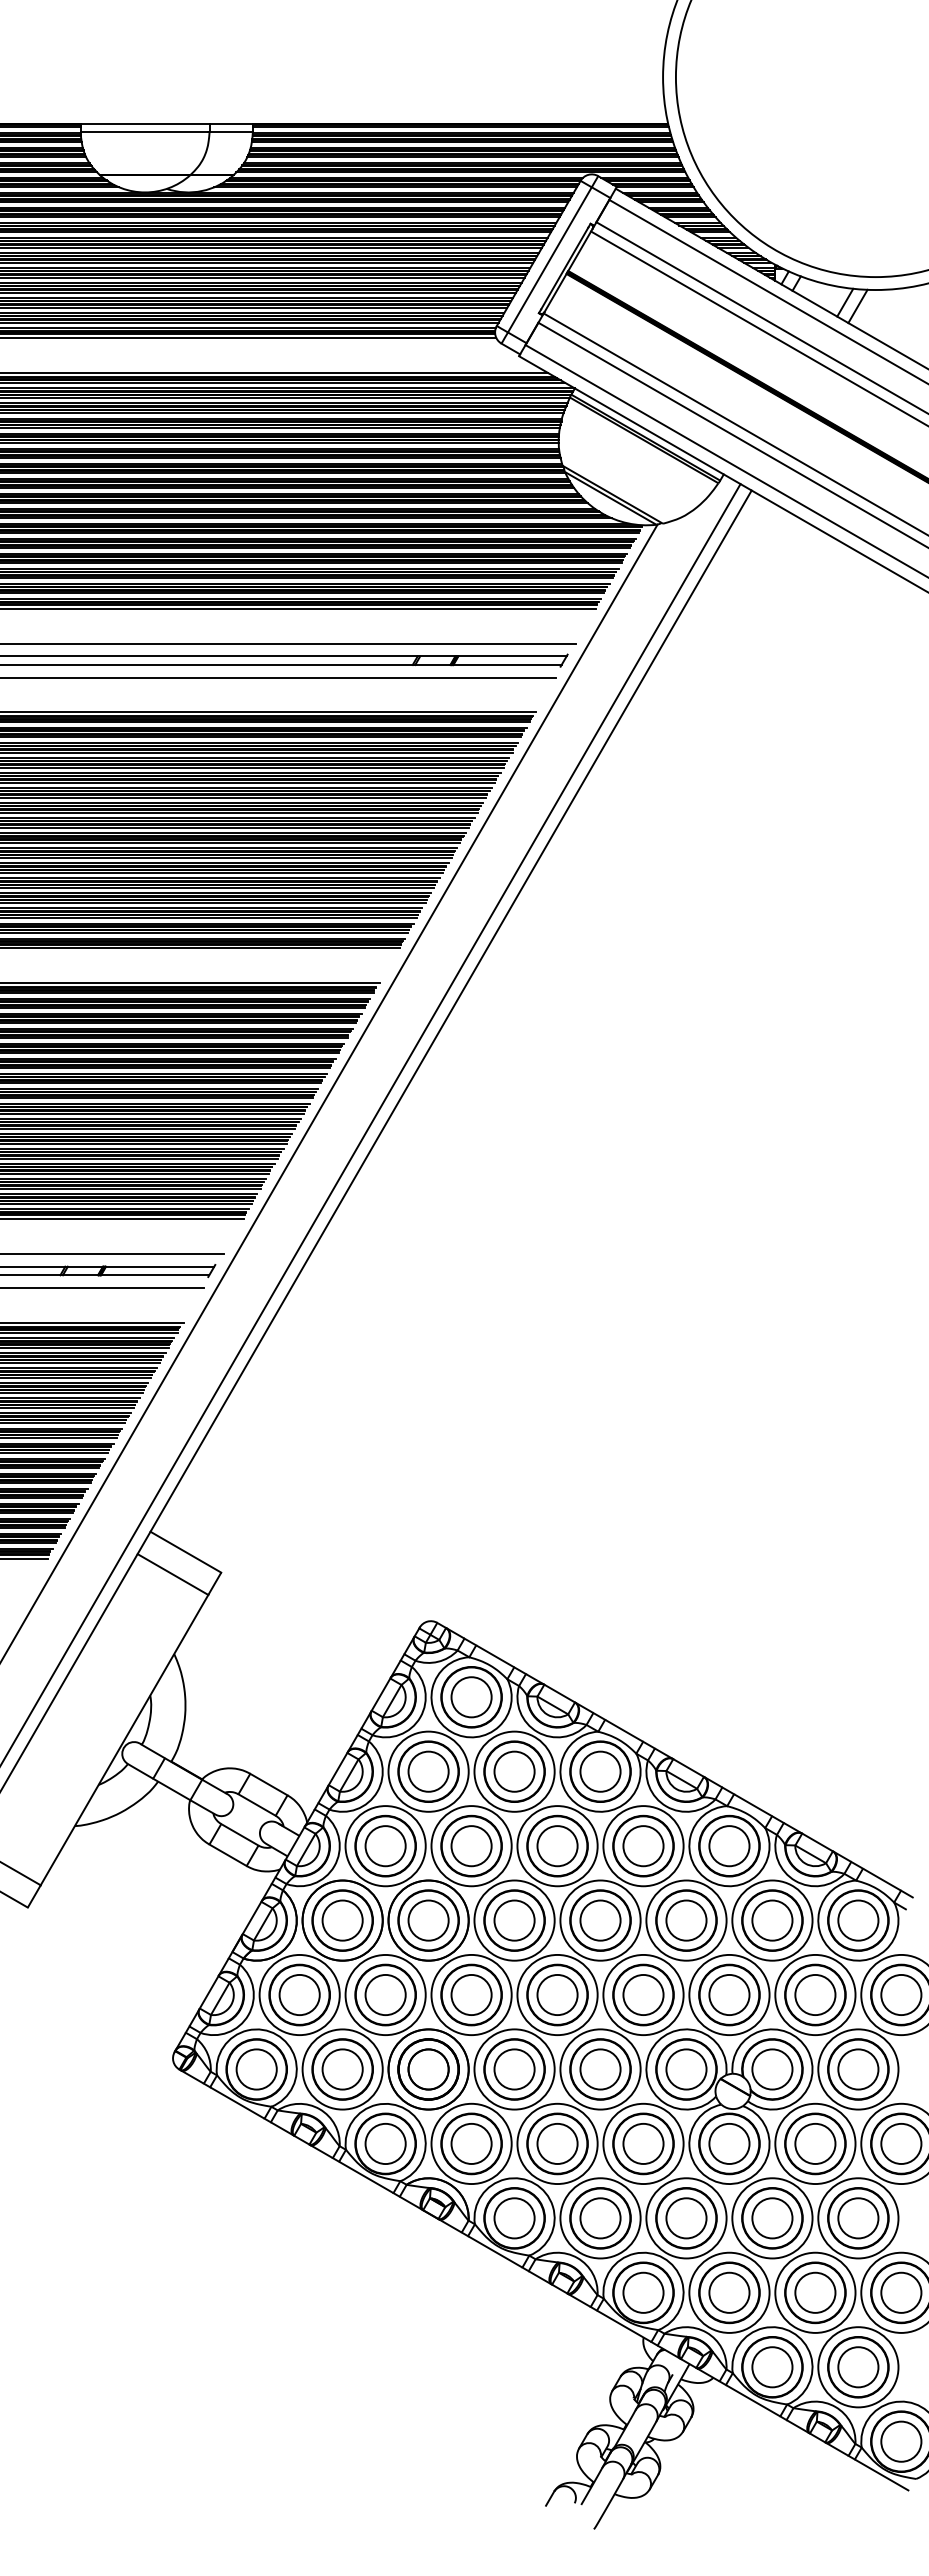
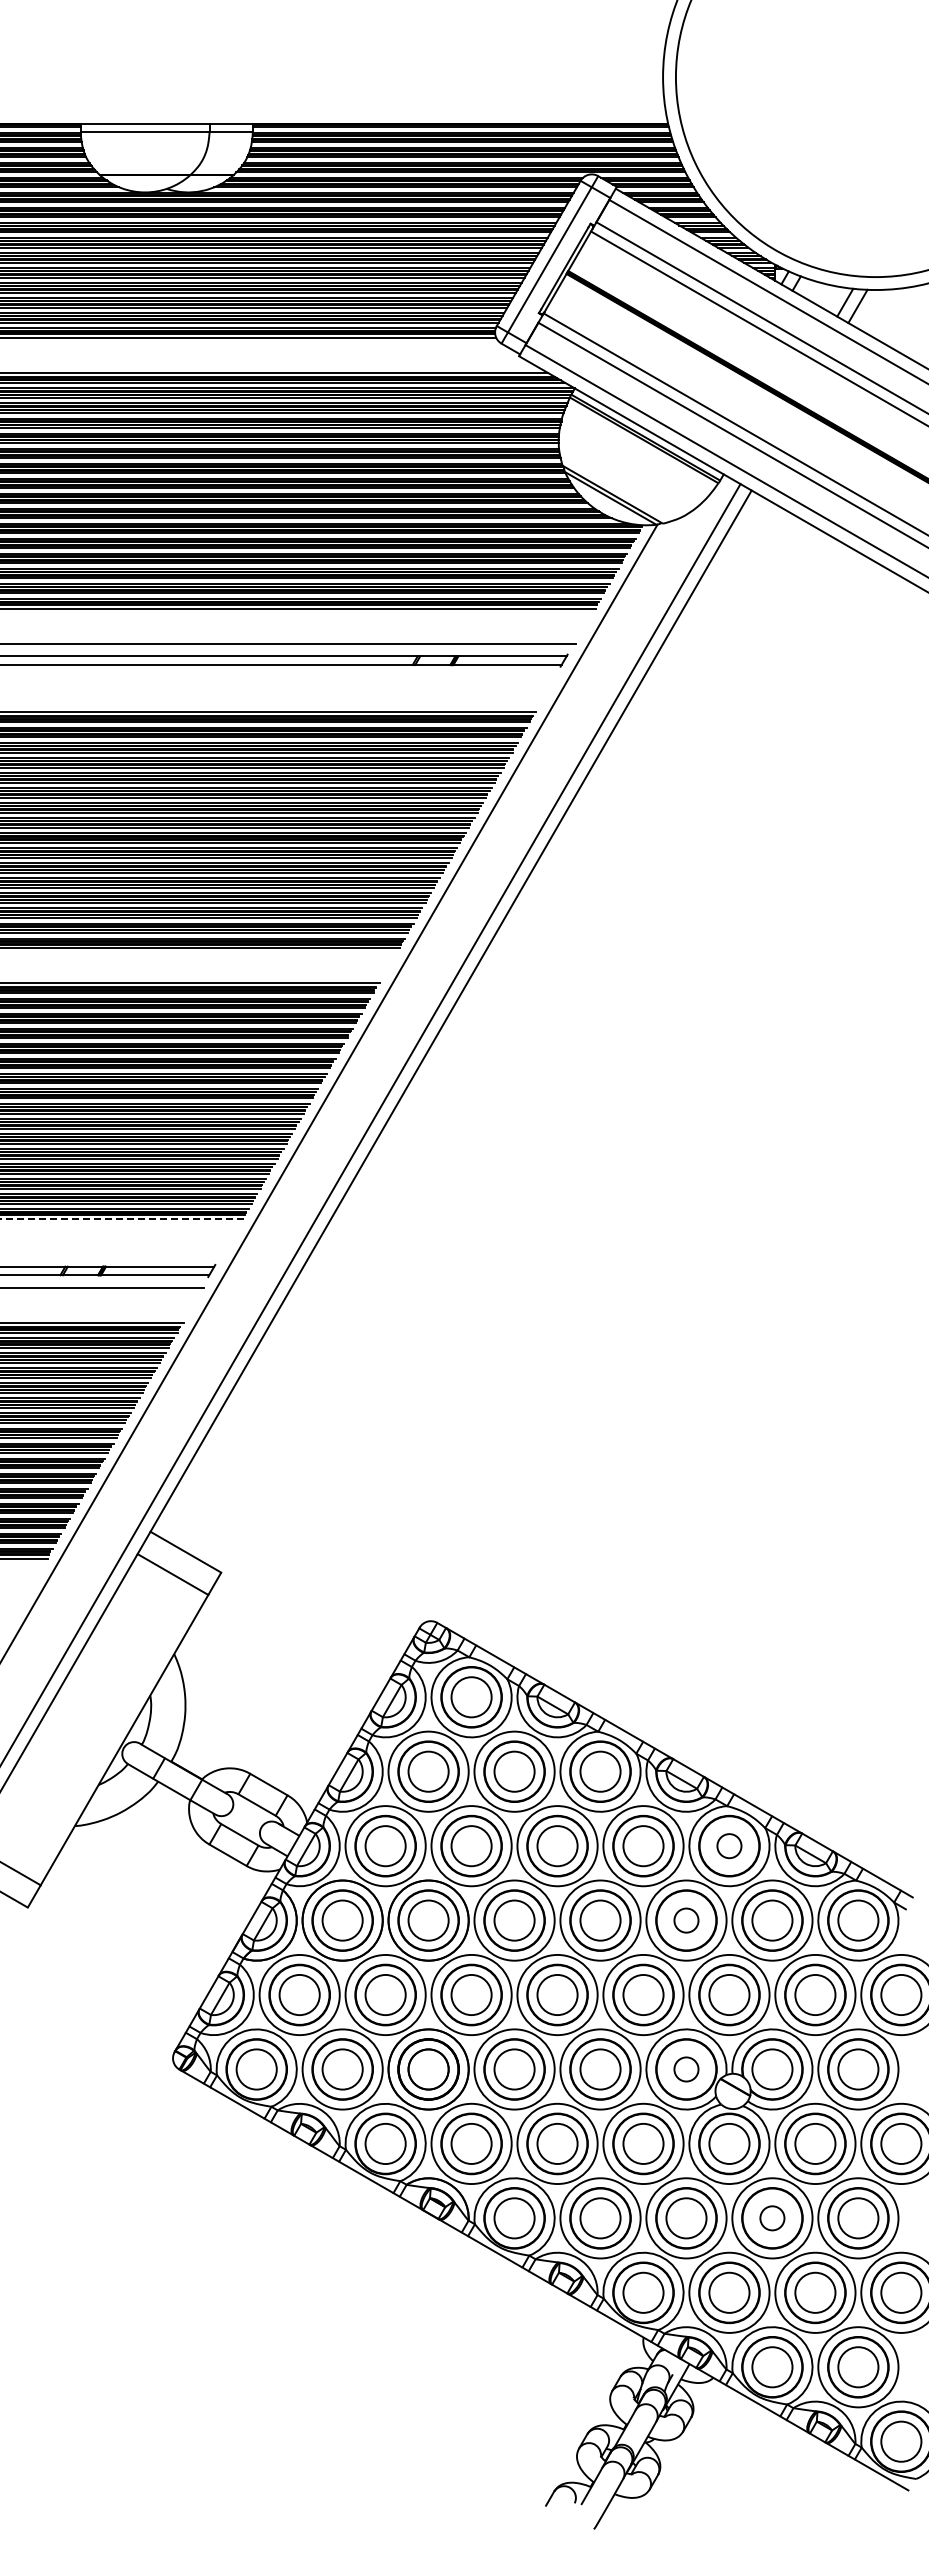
line at (279, 677): present -> none
line at (121, 1219): solid -> dashed
line at (112, 1253): present -> none
circle at (729, 1846) diameter: 40 px -> 24 px
circle at (686, 1920) diameter: 40 px -> 24 px
circle at (686, 2069) diameter: 40 px -> 24 px
circle at (772, 2218) diameter: 40 px -> 24 px
